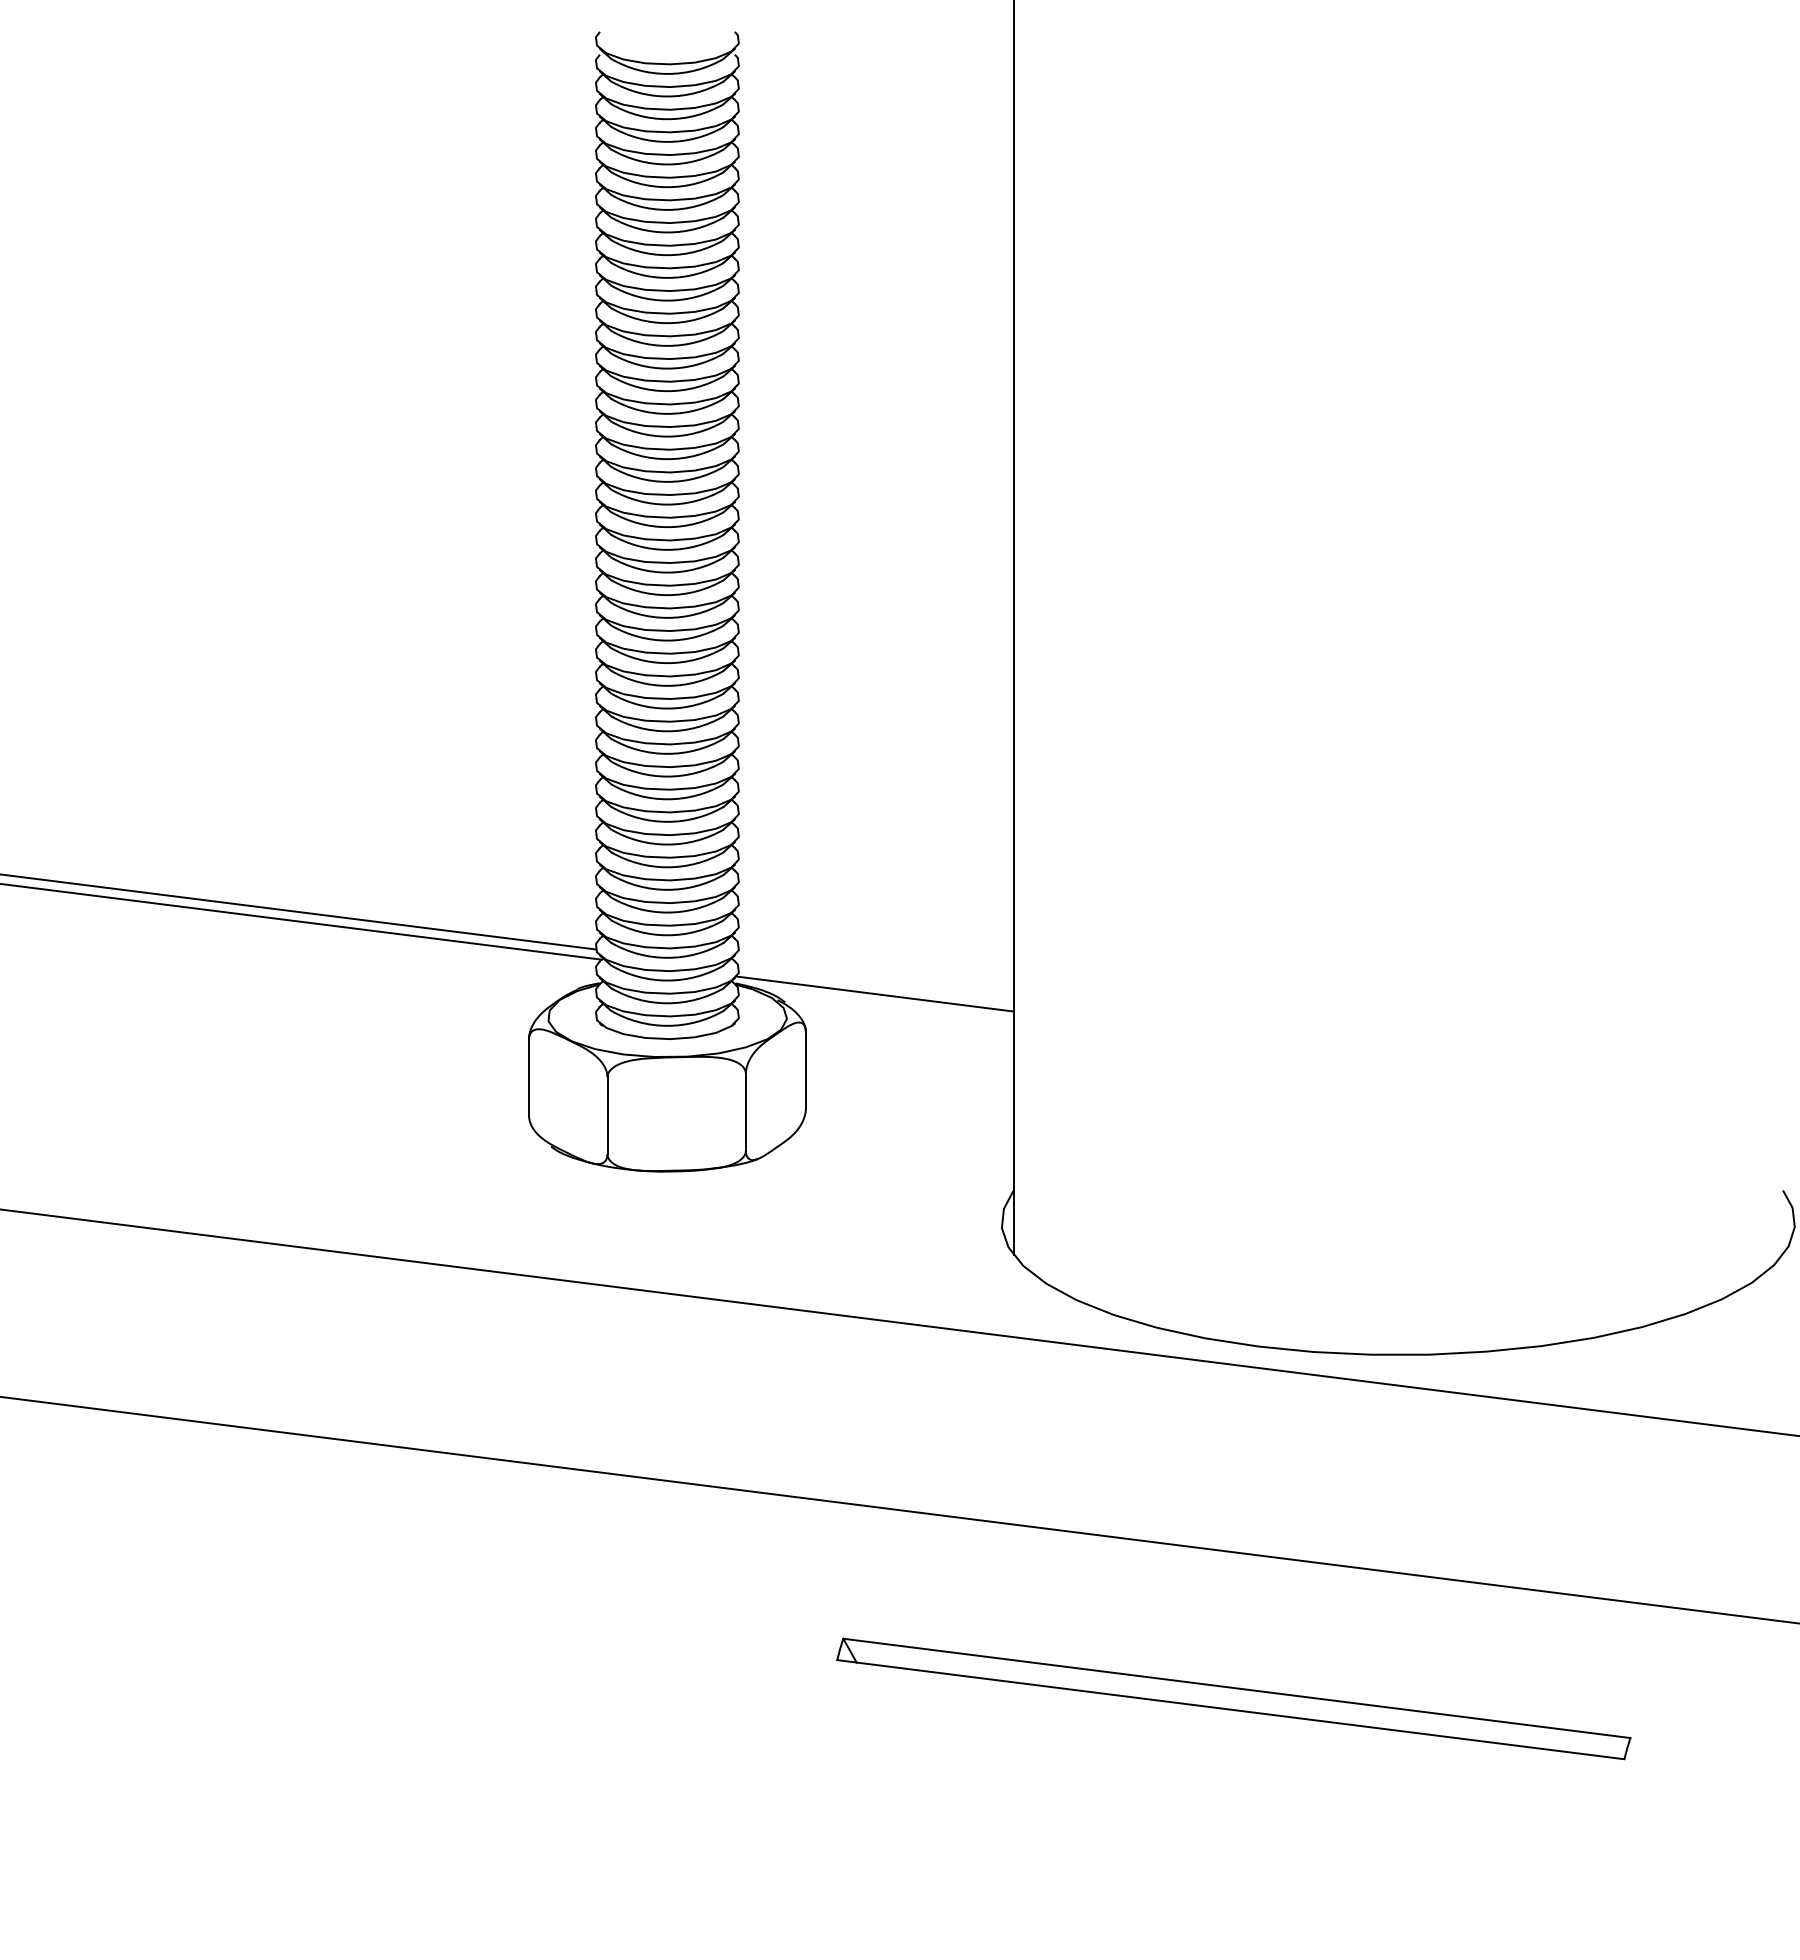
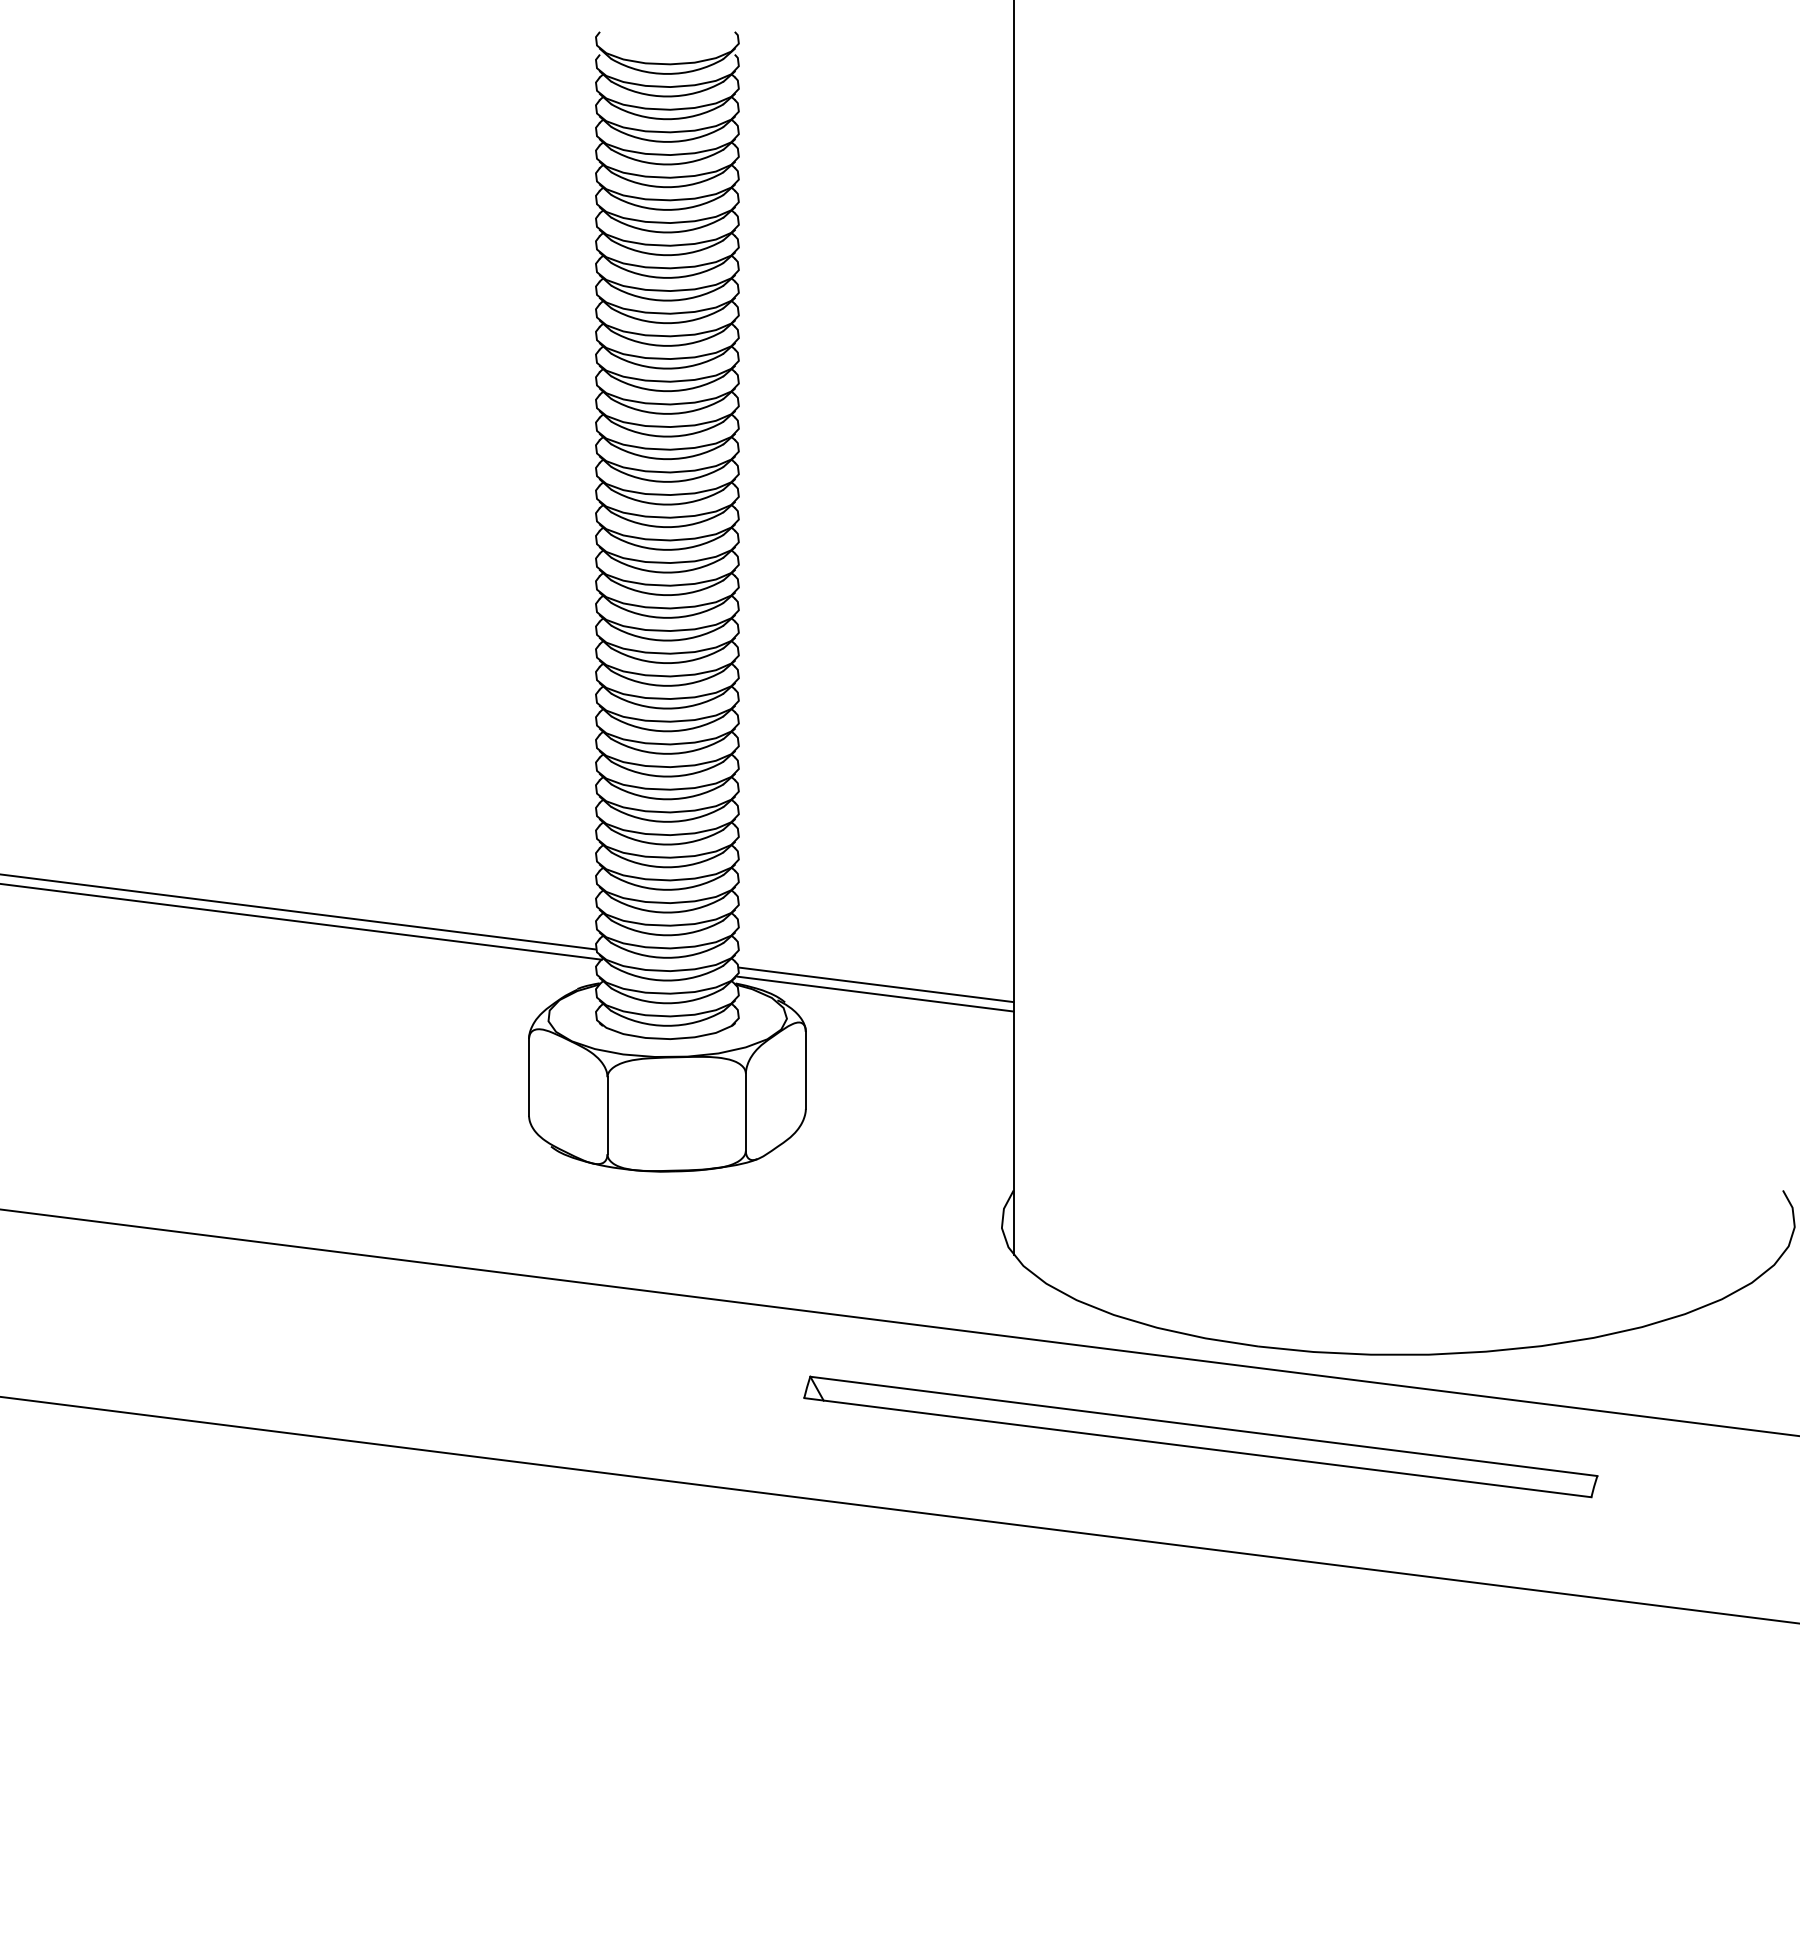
line at (876, 984): none -> present
part at (1233, 1698) position: (1233, 1698) -> (1200, 1436)
